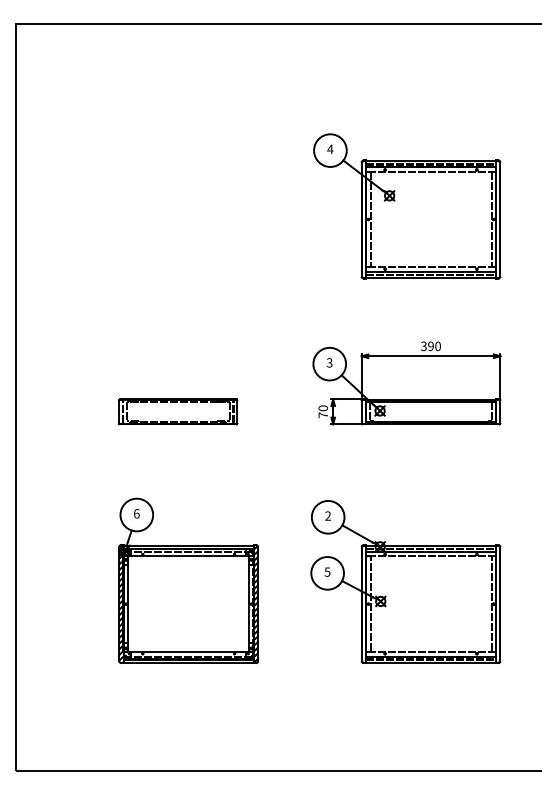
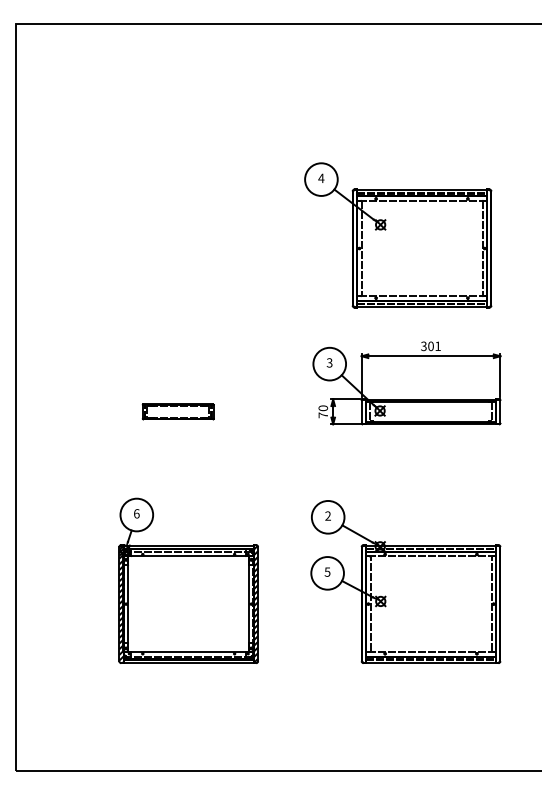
part at (407, 206) position: (407, 206) -> (398, 235)
text at (434, 346): 390 -> 301
part at (178, 411) size: 121x28 px -> 74x18 px
